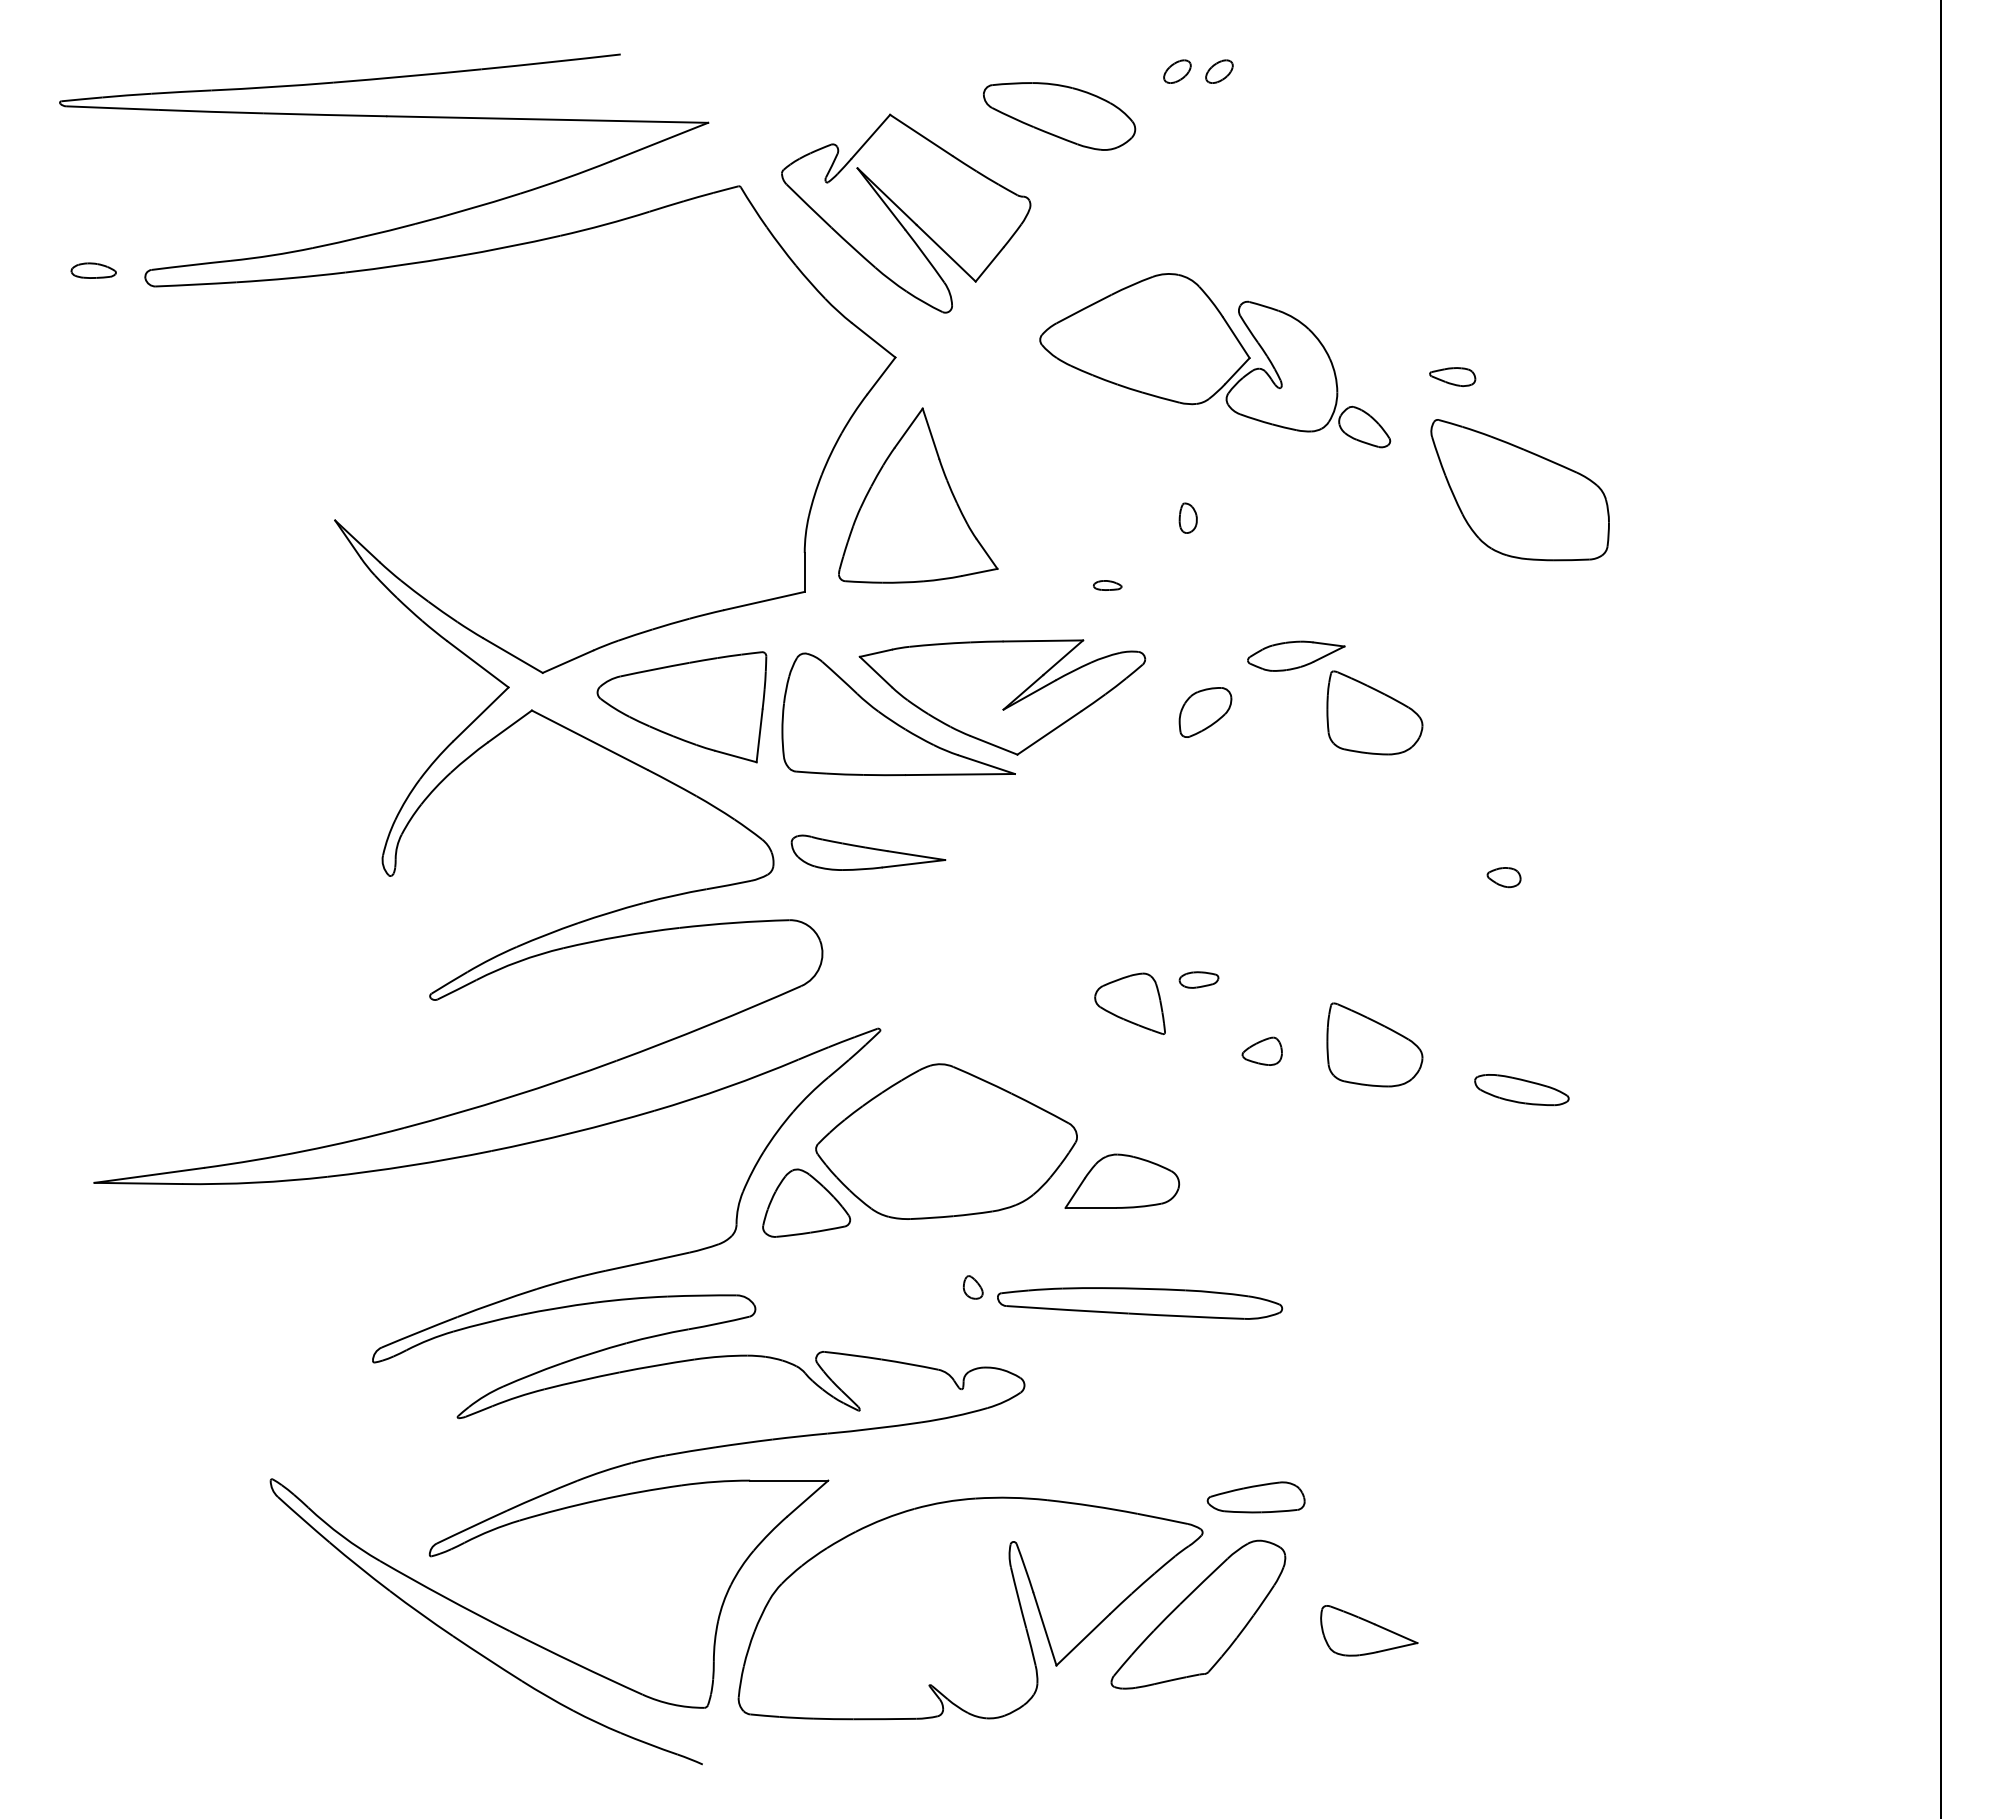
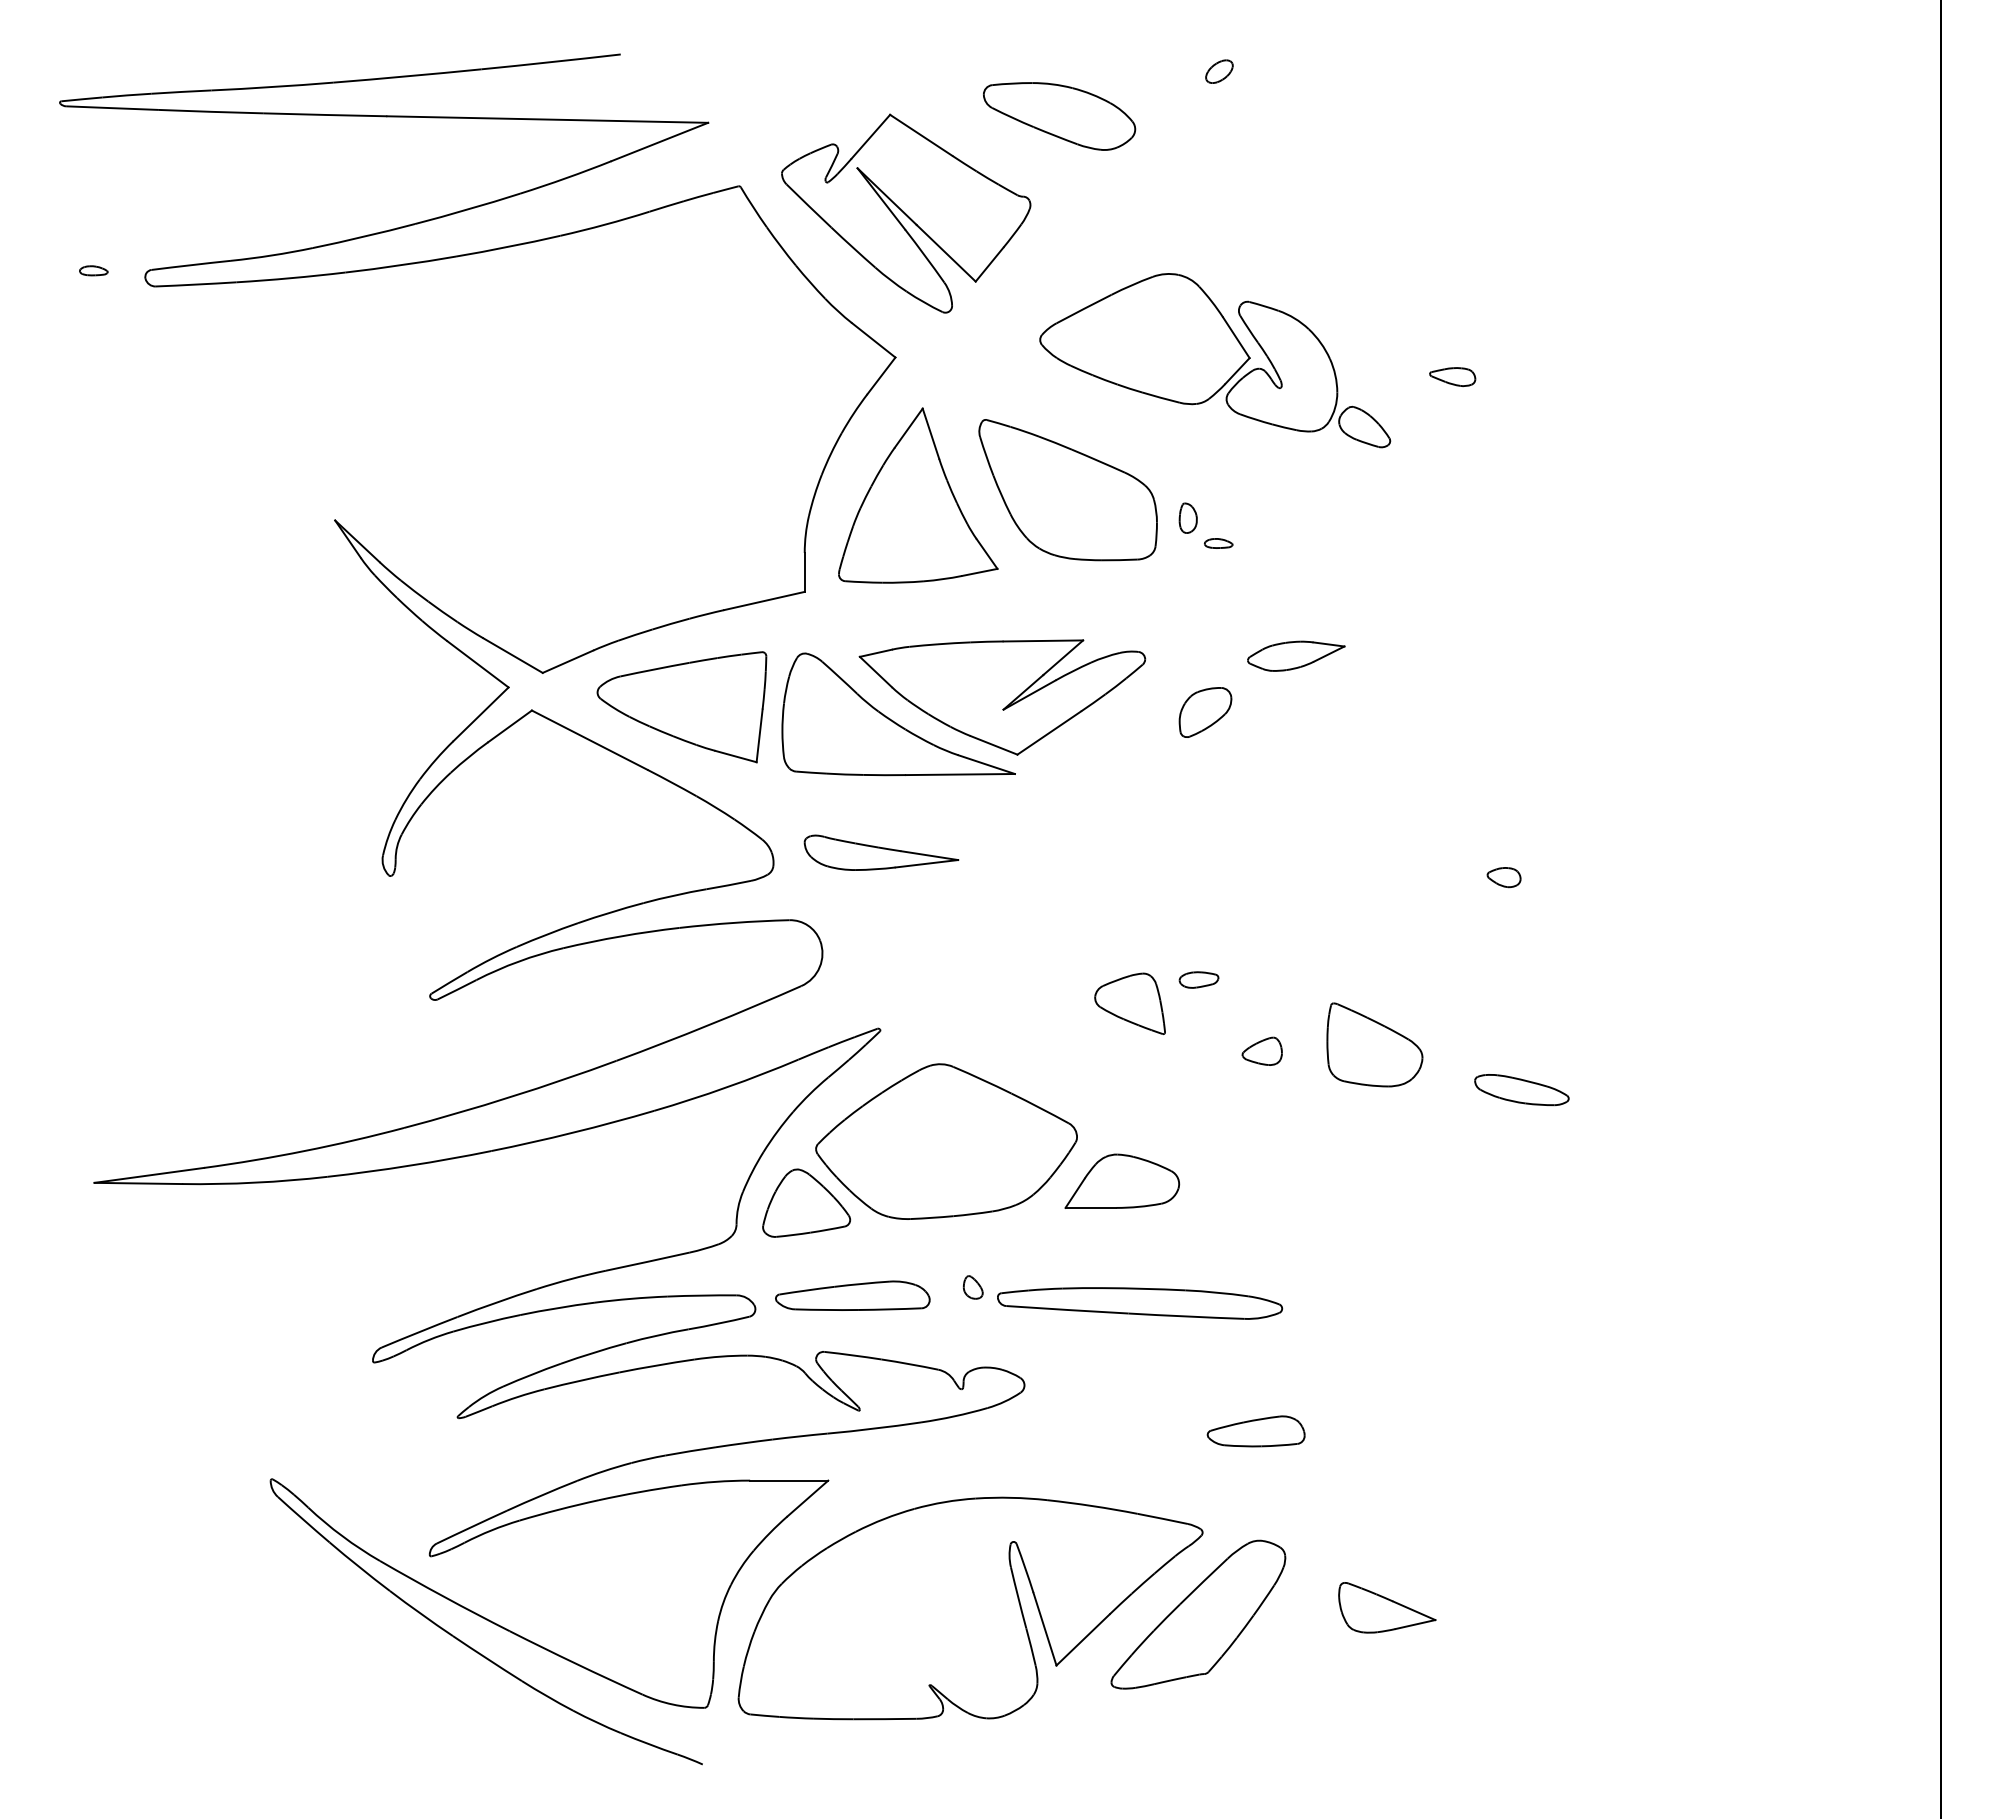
part at (1177, 71): present -> none
part at (93, 270) size: 47x17 px -> 30x12 px
part at (1519, 490) position: (1519, 490) -> (1067, 490)
part at (1107, 585) position: (1107, 585) -> (1218, 543)
part at (1374, 712): present -> none
part at (868, 852) position: (868, 852) -> (881, 852)
part at (852, 1295): none -> present
part at (1255, 1497) position: (1255, 1497) -> (1255, 1431)
part at (1369, 1630) position: (1369, 1630) -> (1387, 1607)
